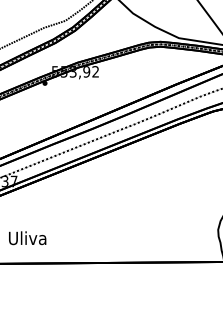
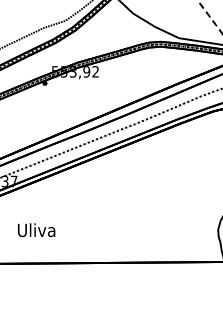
line at (210, 17): solid -> dashed
text at (27, 238) position: (27, 238) -> (36, 230)
